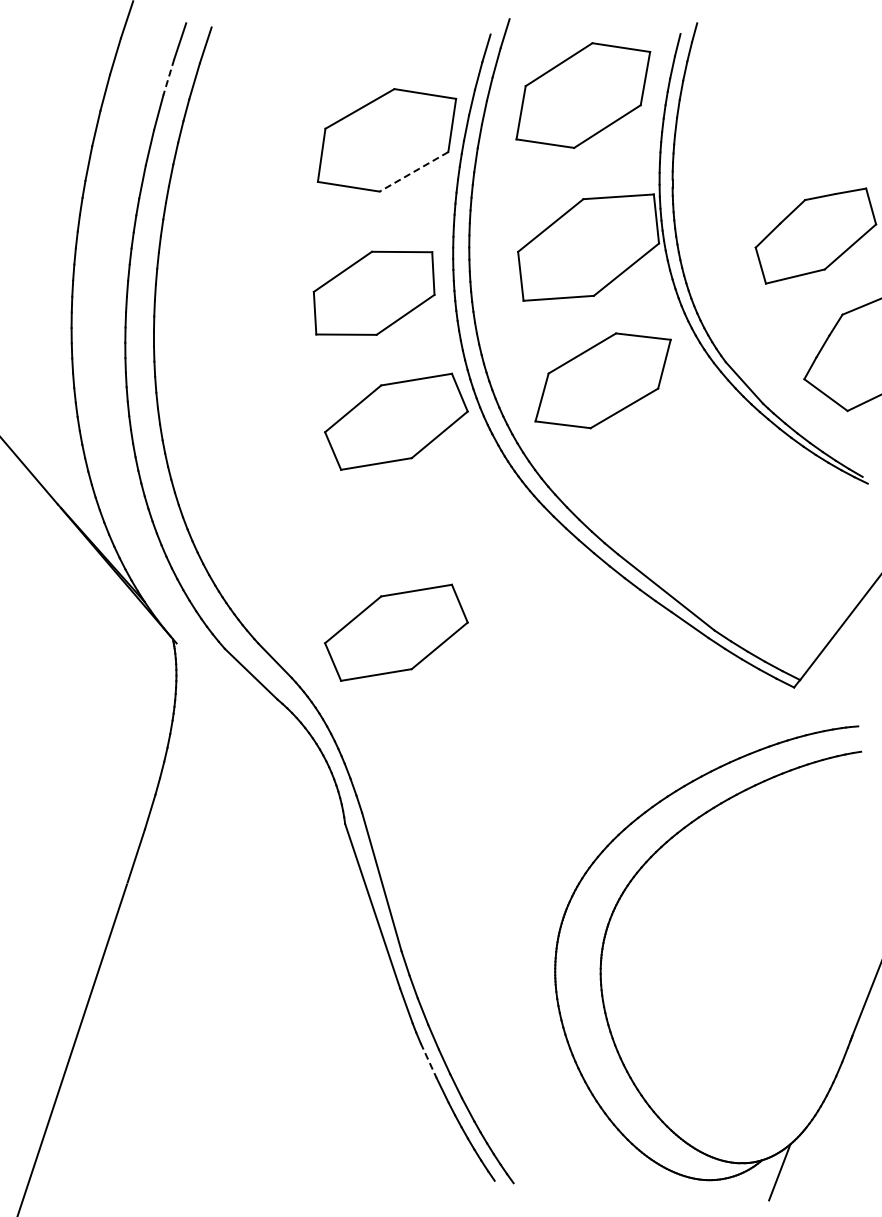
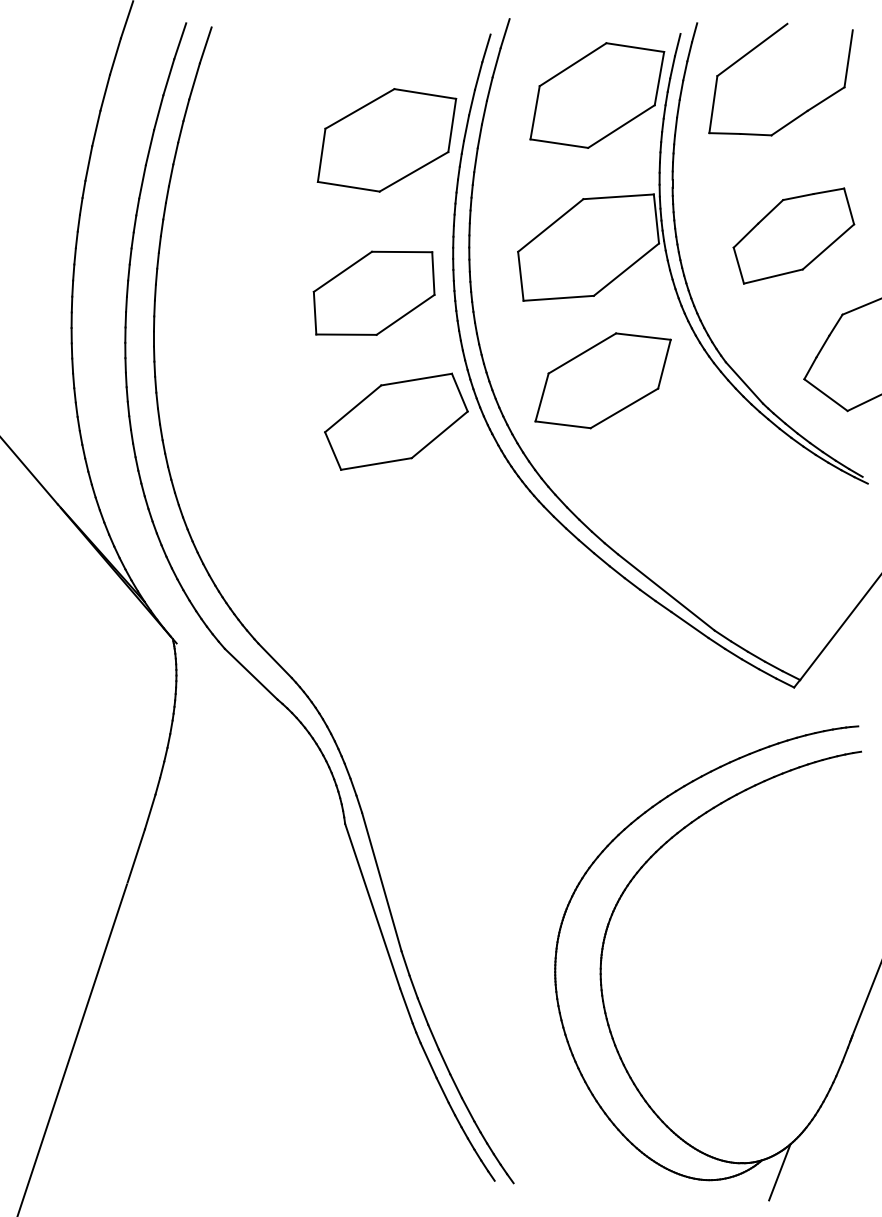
part at (756, 48): none -> present
line at (168, 77): dashed -> solid
part at (583, 95) position: (583, 95) -> (597, 95)
line at (413, 171): dashed -> solid
part at (815, 235) position: (815, 235) -> (793, 235)
part at (396, 632): present -> none
line at (428, 1061): dashed -> solid
